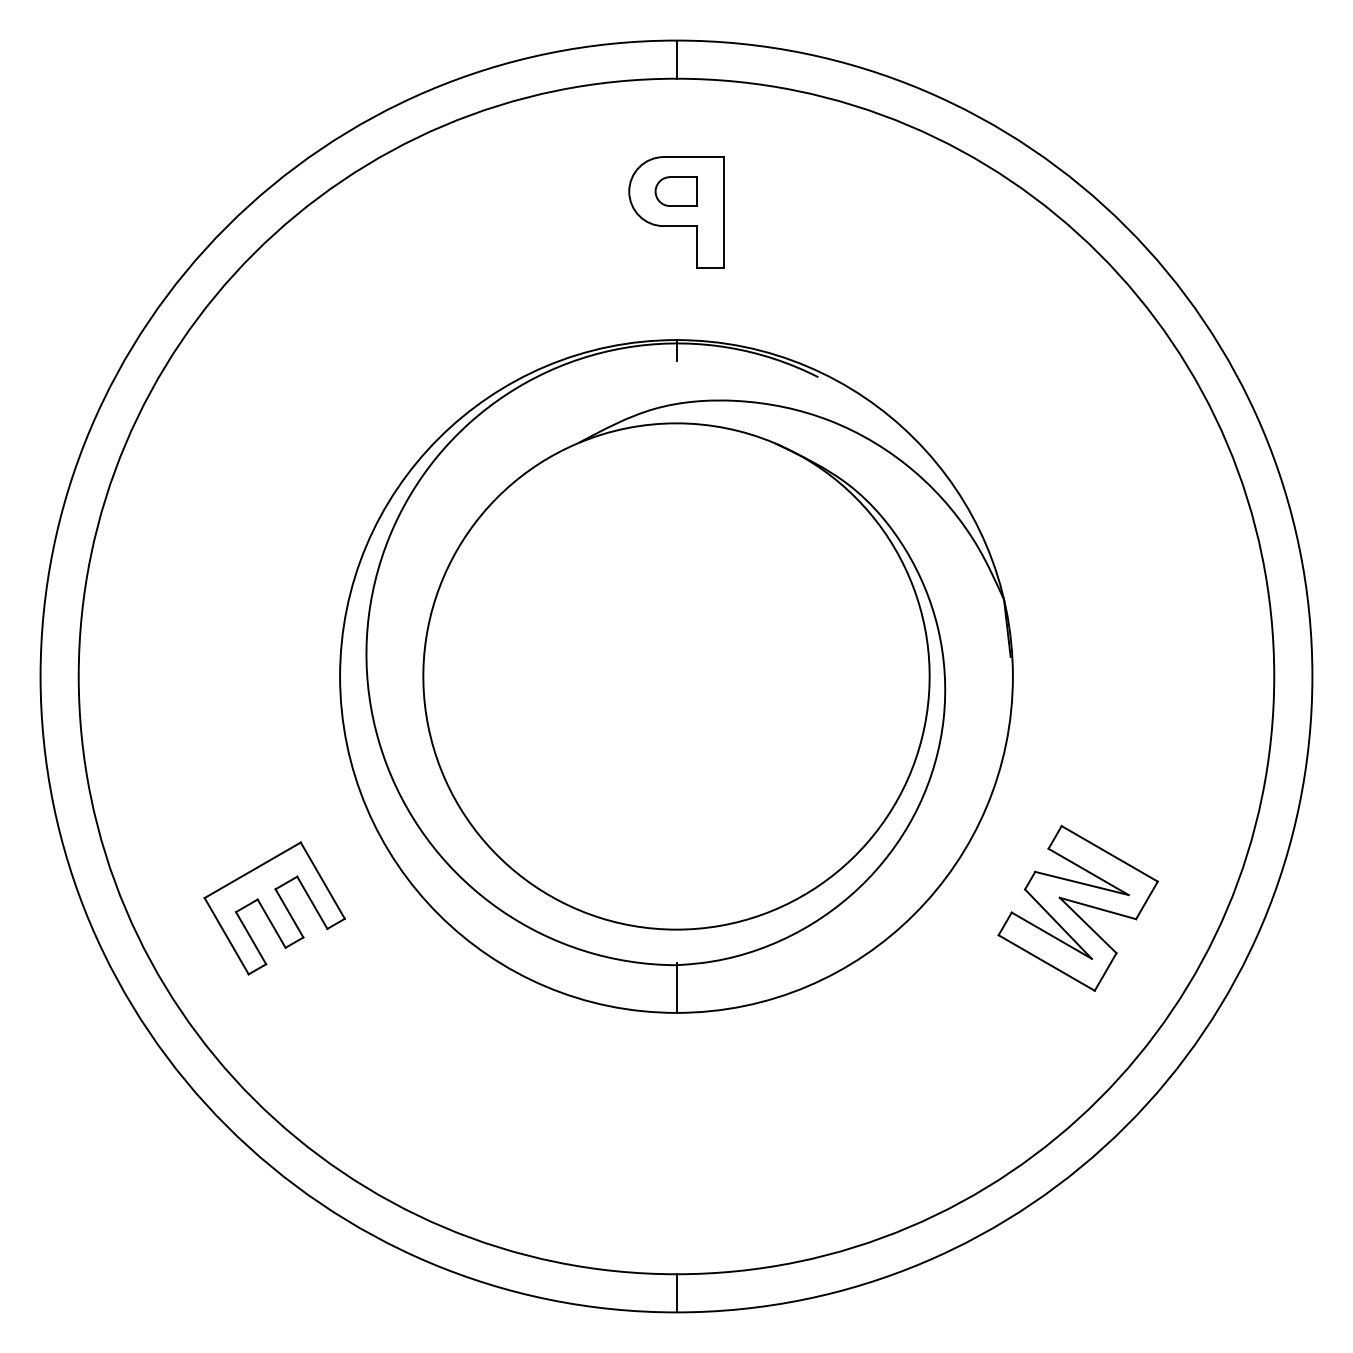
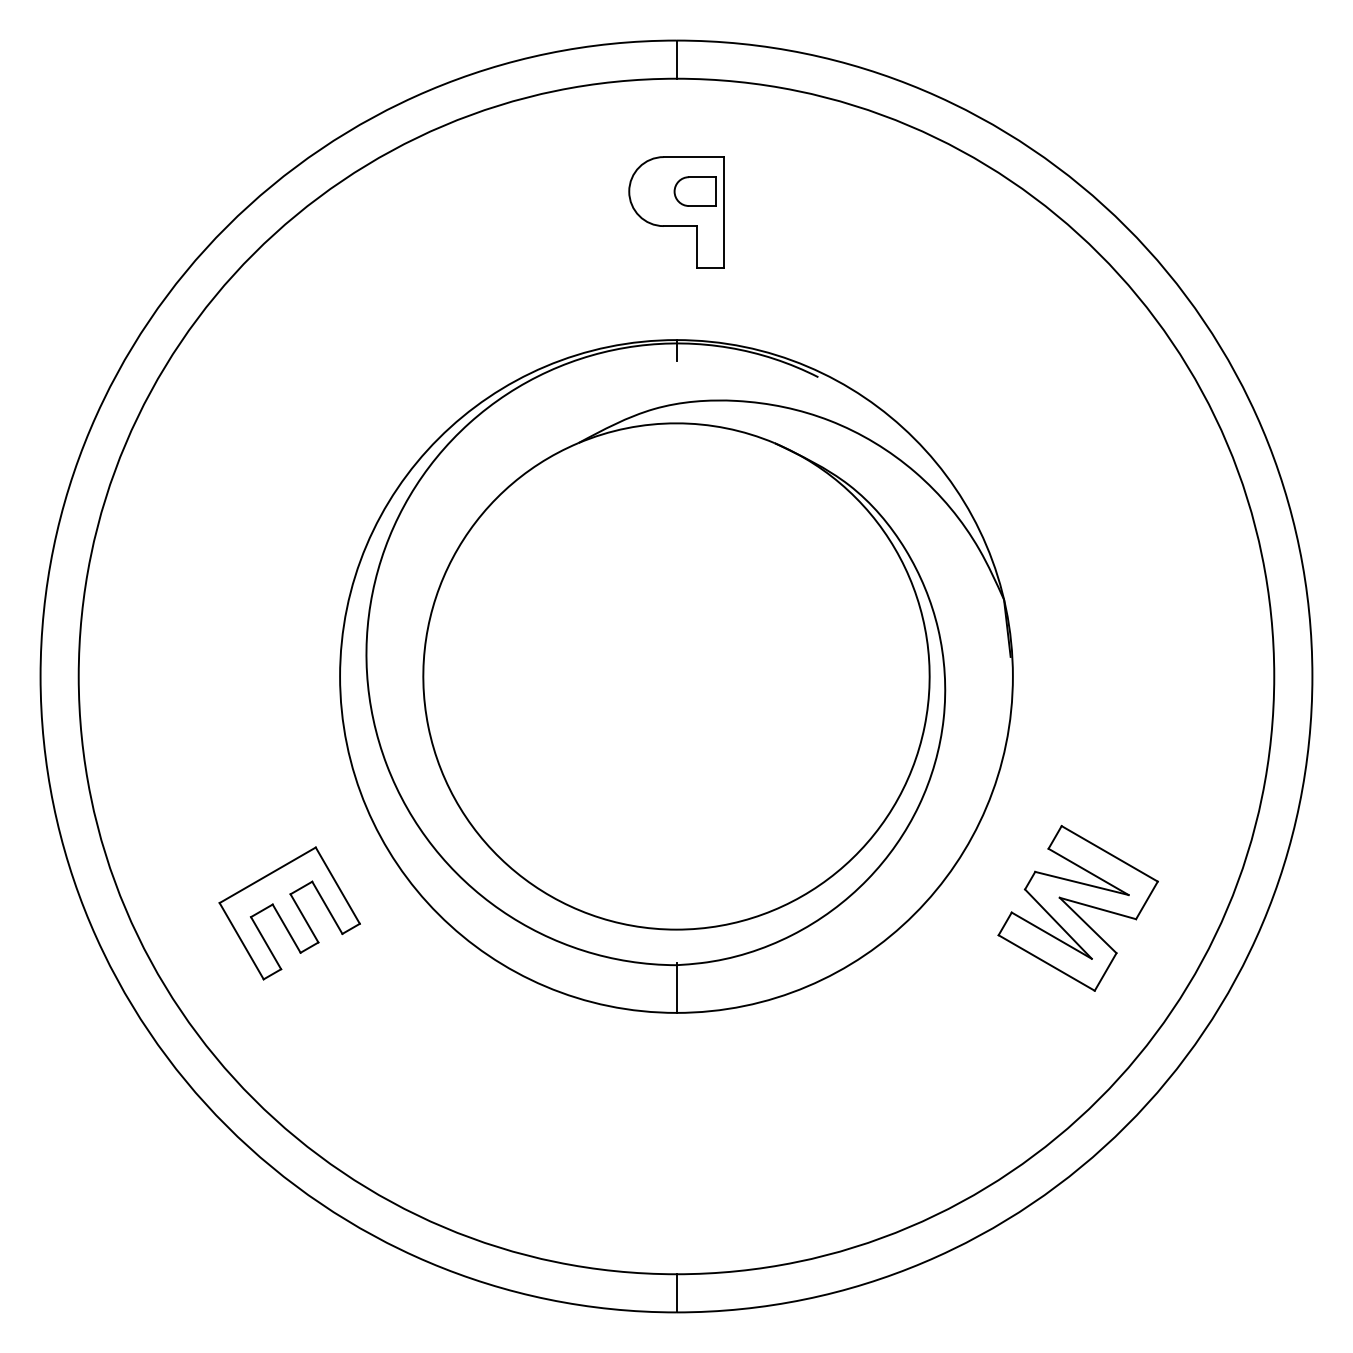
part at (675, 191) position: (675, 191) -> (694, 191)
part at (274, 908) position: (274, 908) -> (289, 913)
